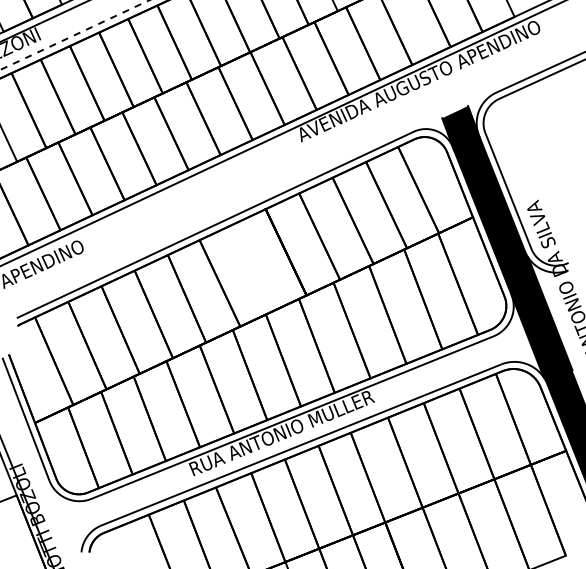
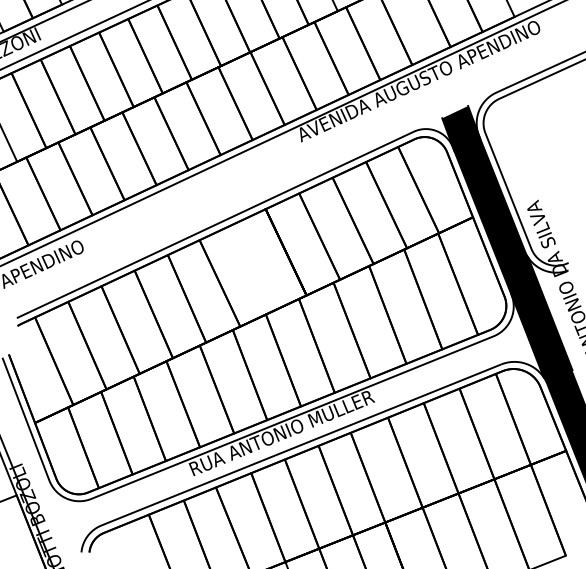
line at (75, 34): dashed -> solid
